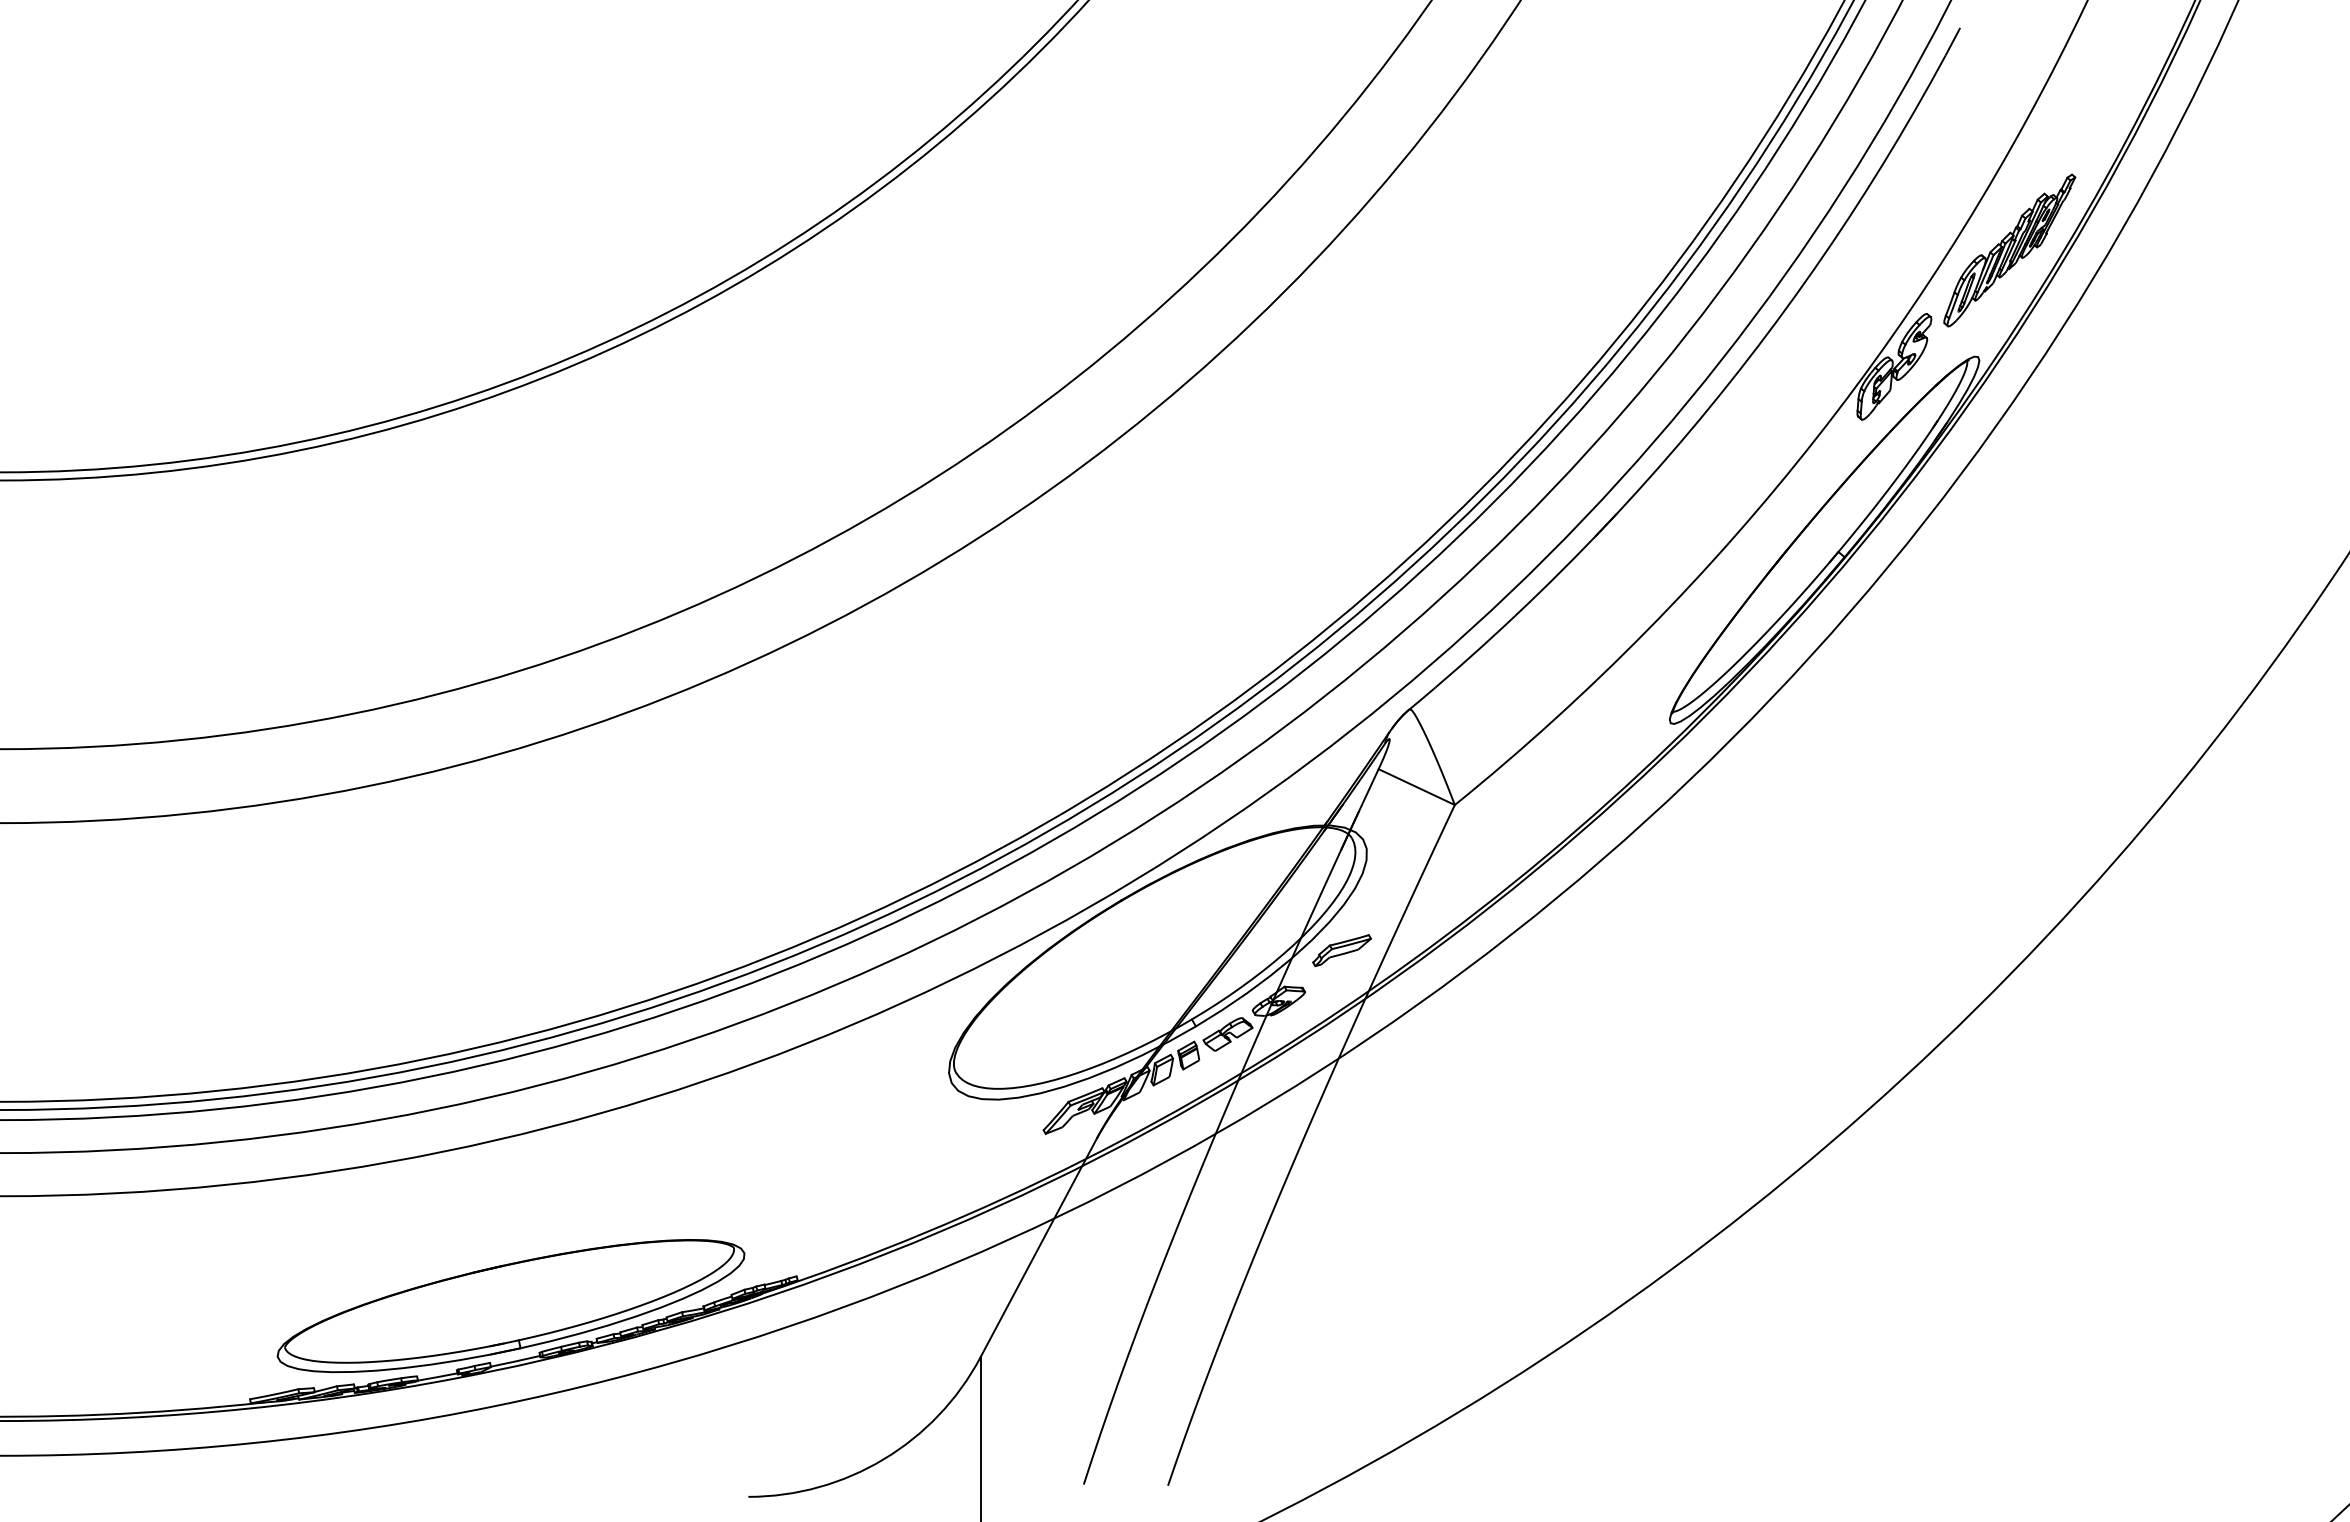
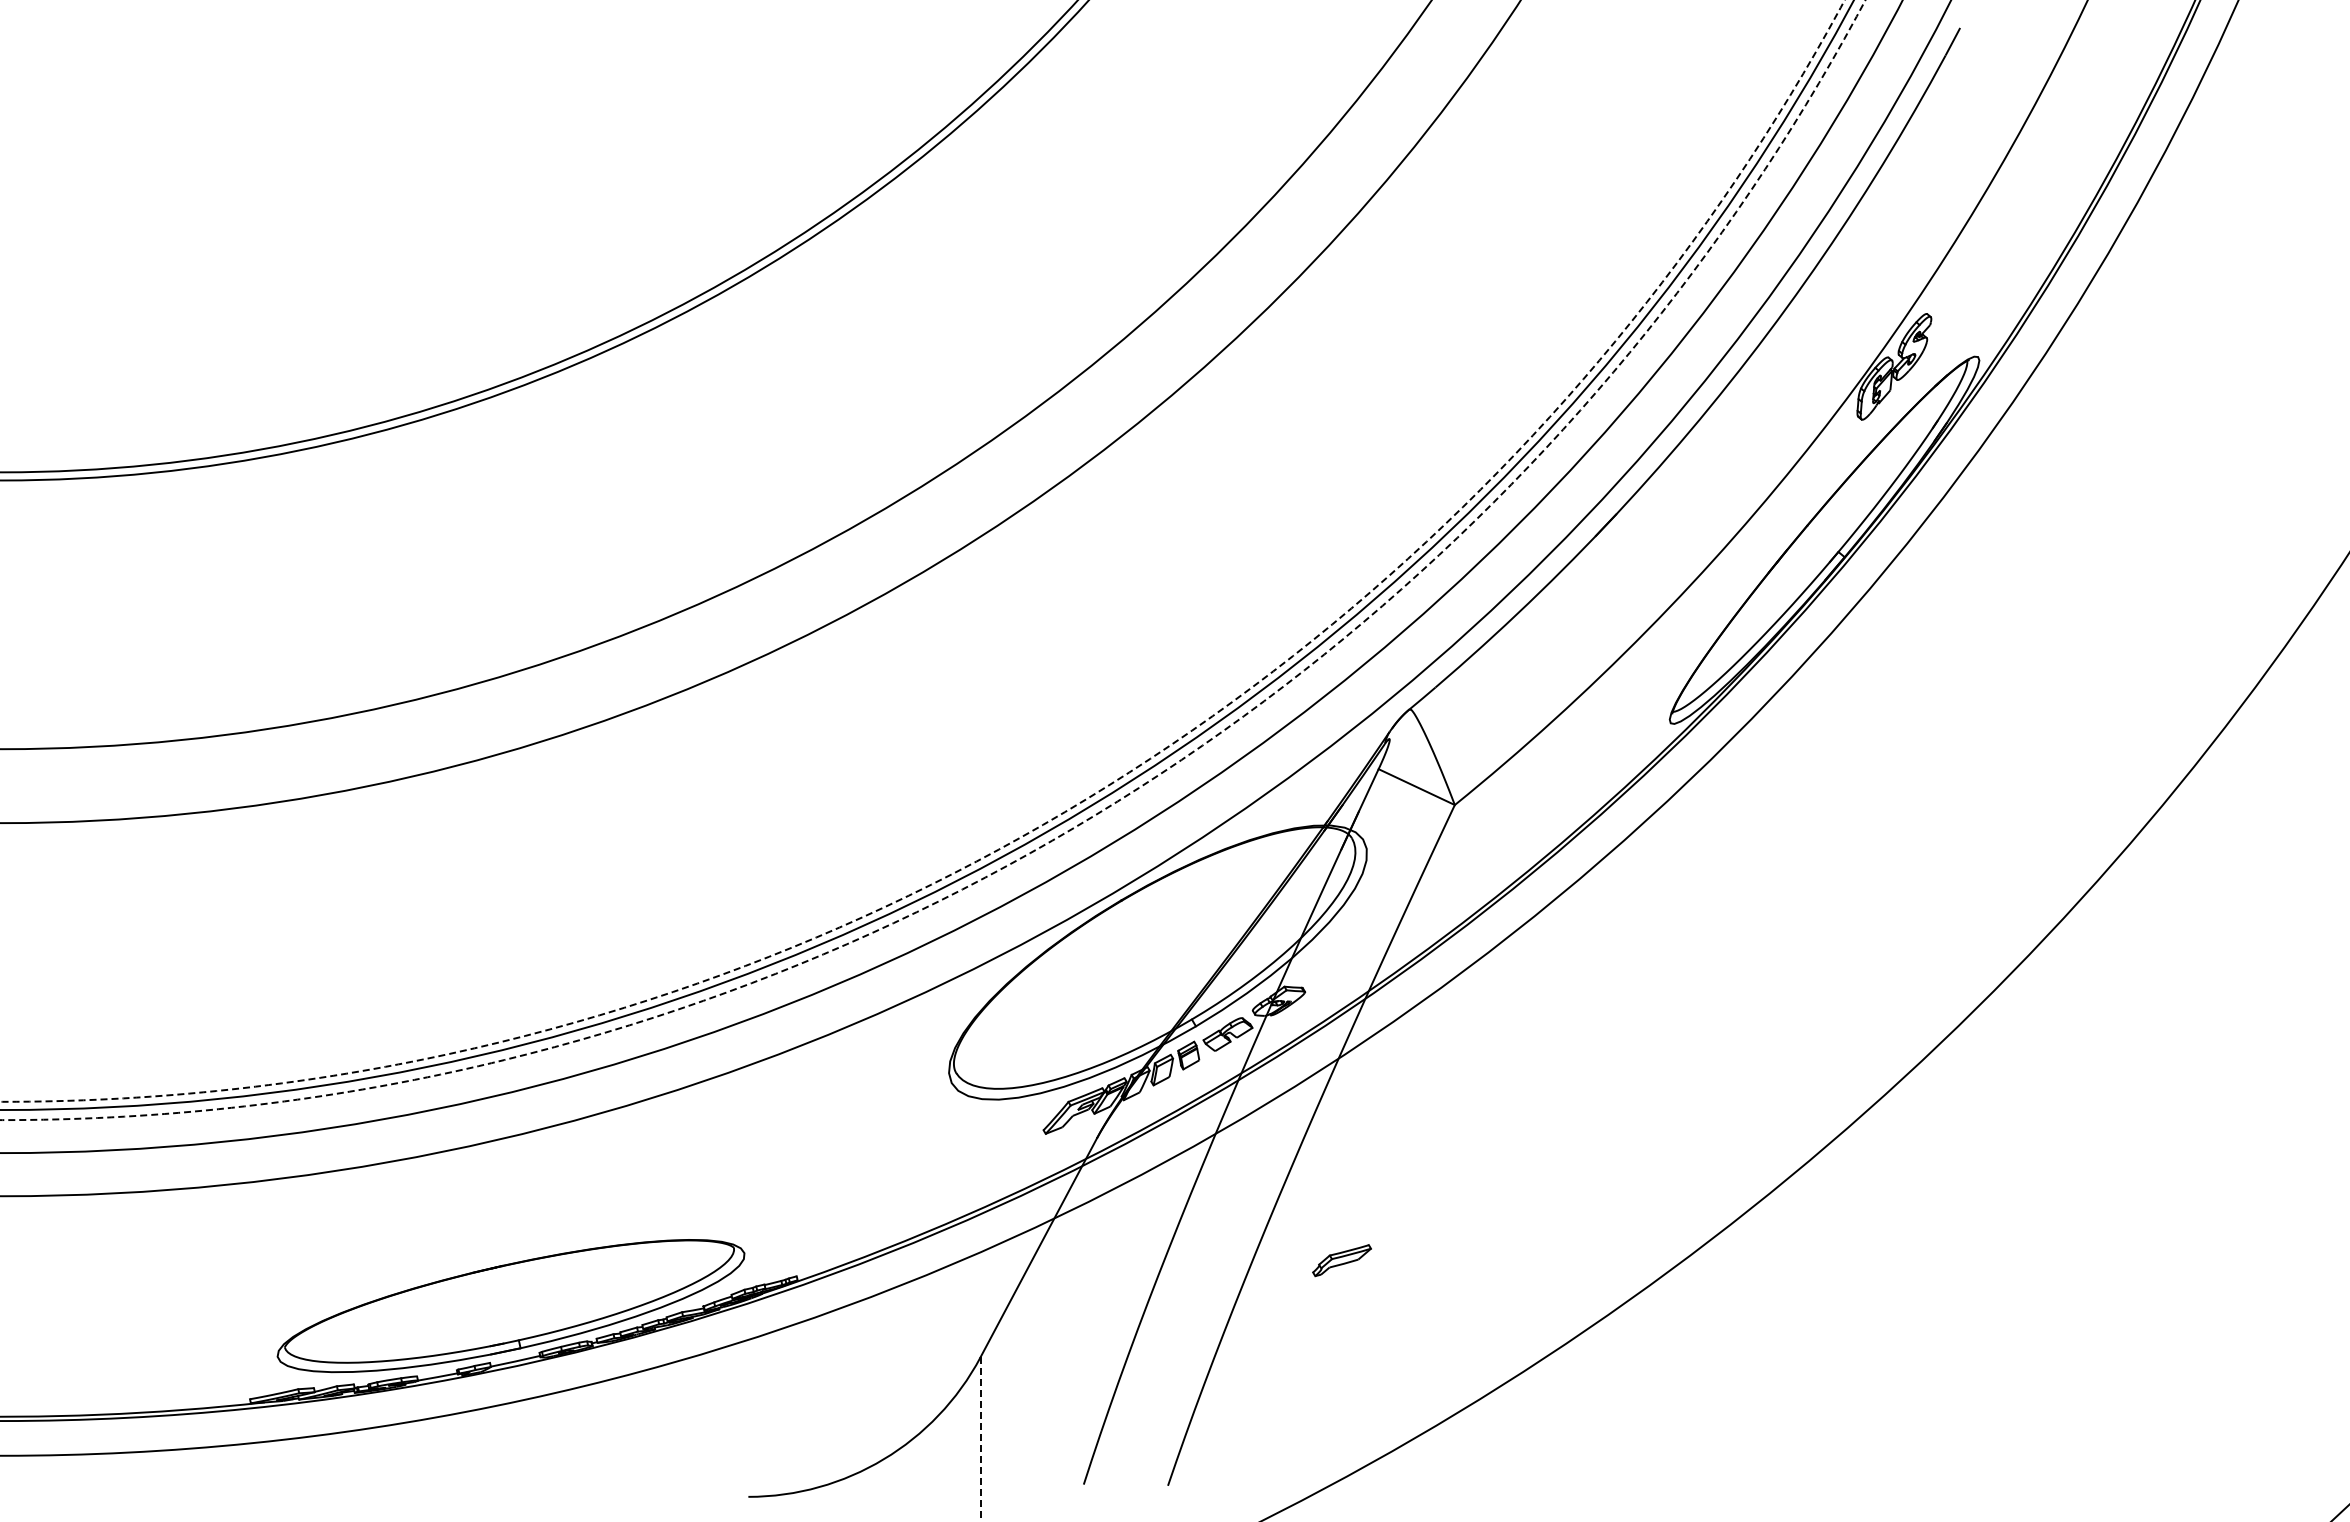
part at (2009, 250): present -> none
circle at (922, 550): solid -> dashed
circle at (932, 560): solid -> dashed
part at (1341, 950) position: (1341, 950) -> (1341, 1260)
line at (980, 1439): solid -> dashed
